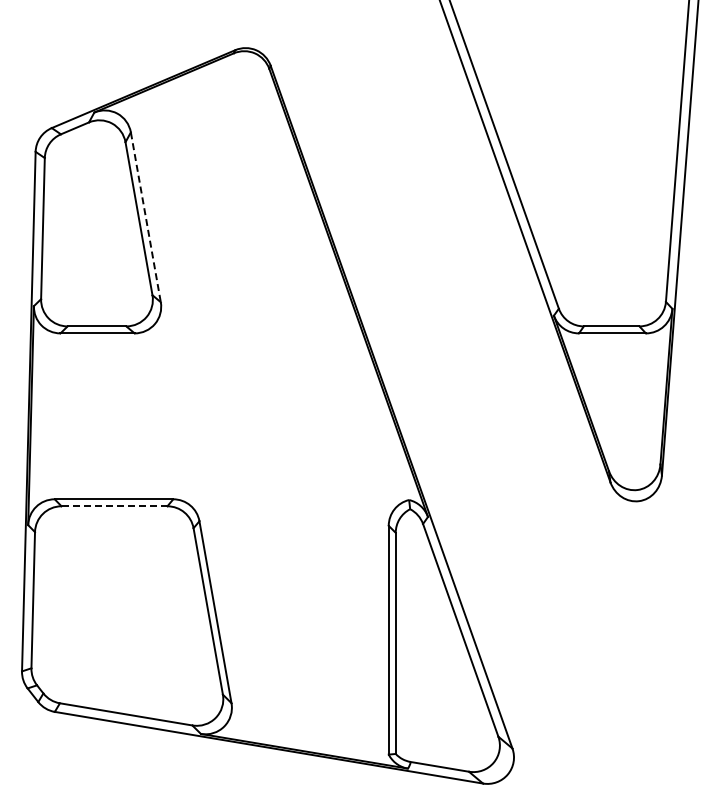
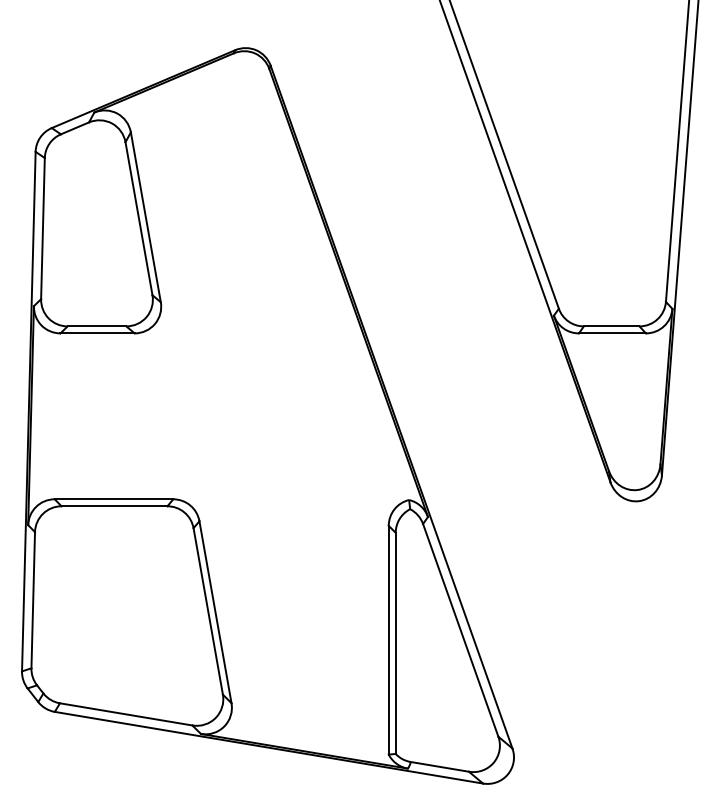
line at (145, 217): dashed -> solid
line at (114, 506): dashed -> solid
